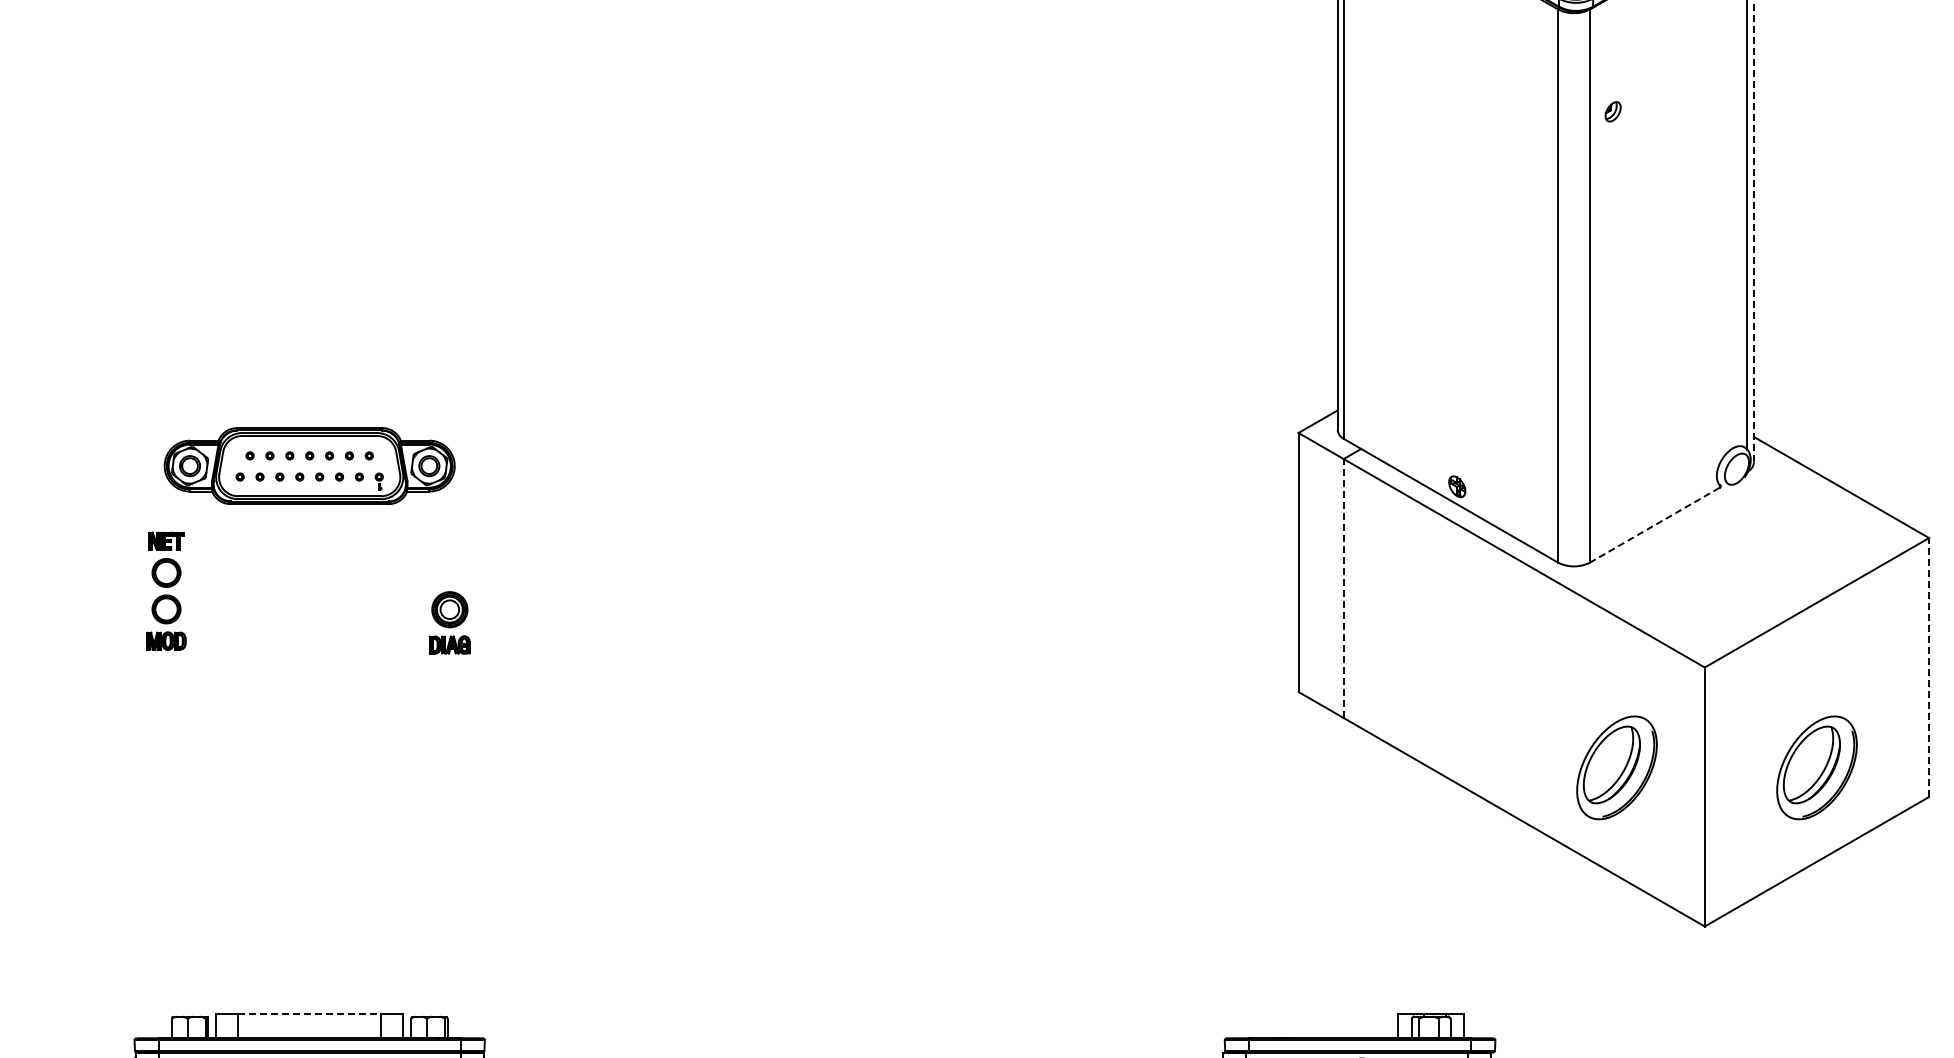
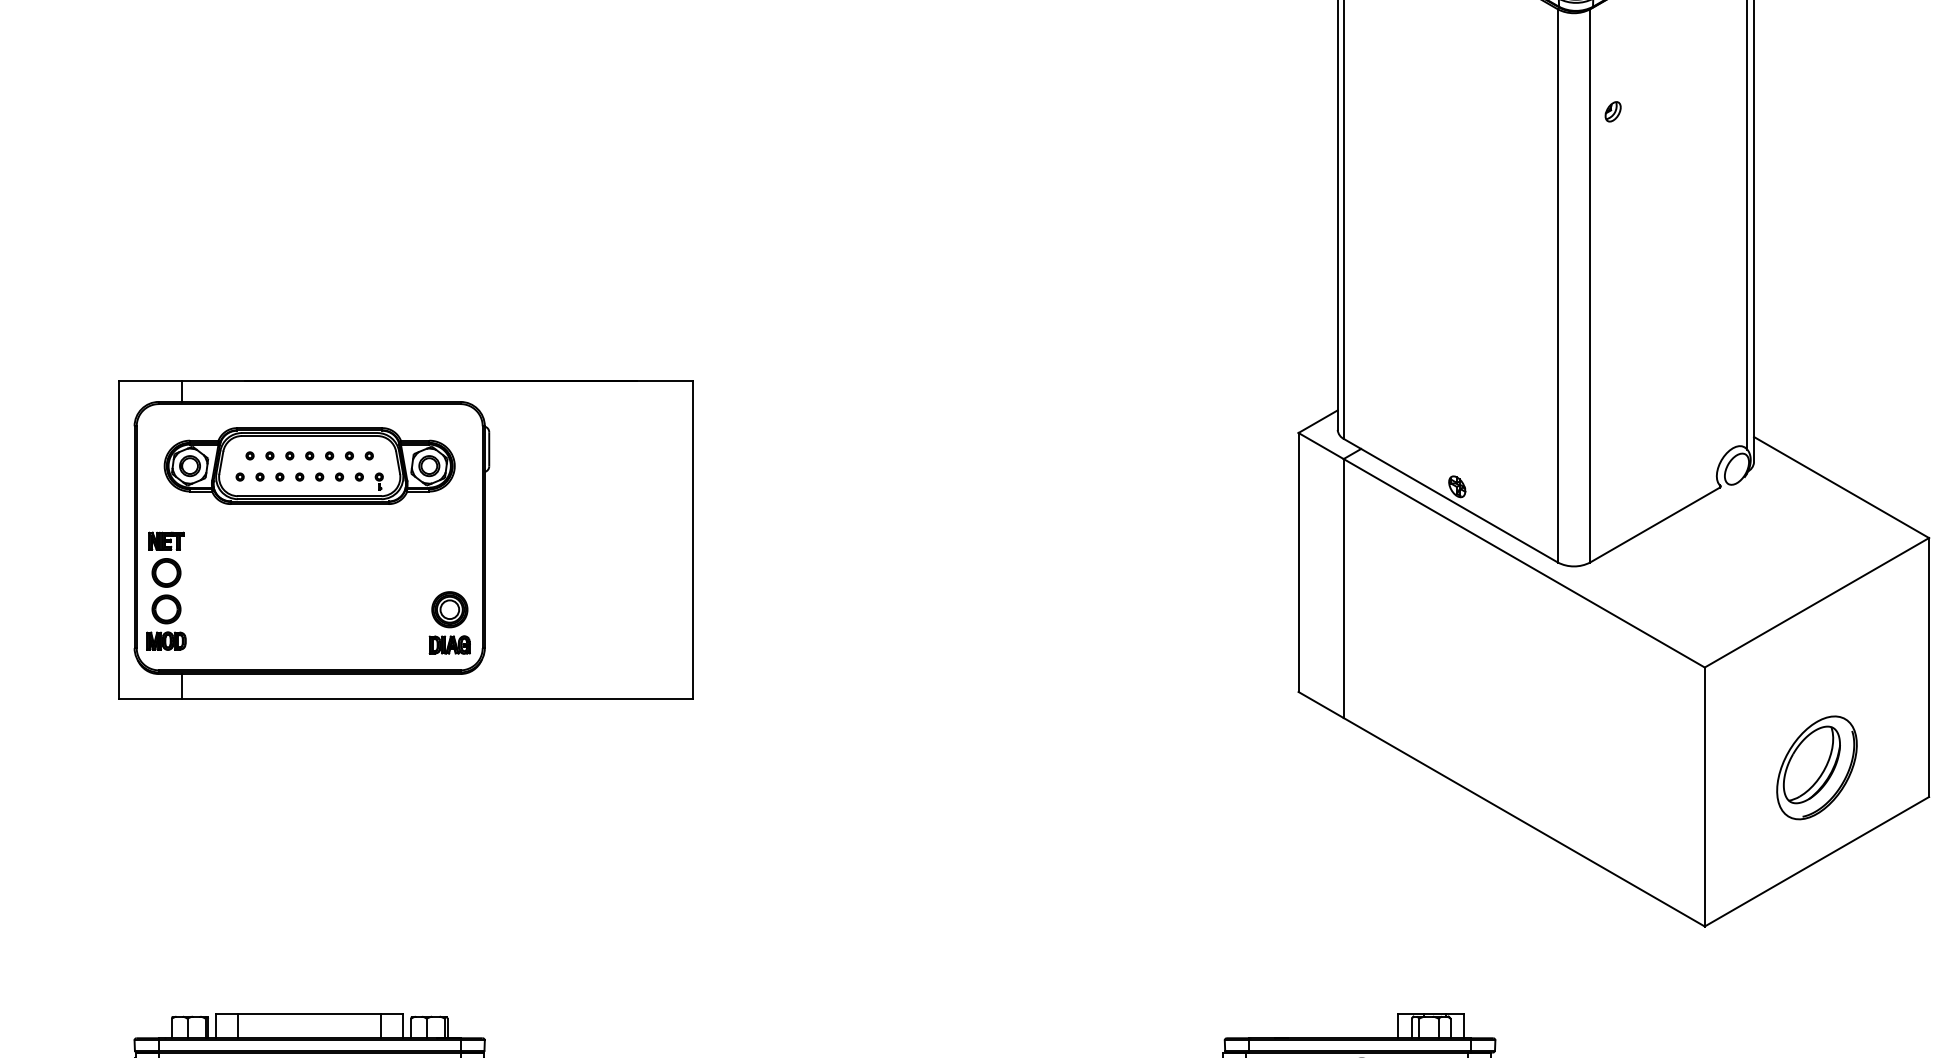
line at (1754, 230): dashed -> solid
line at (1654, 525): dashed -> solid
part at (405, 539): none -> present
line at (1343, 588): dashed -> solid
line at (1929, 667): dashed -> solid
part at (1616, 767): present -> none
line at (309, 1014): dashed -> solid
